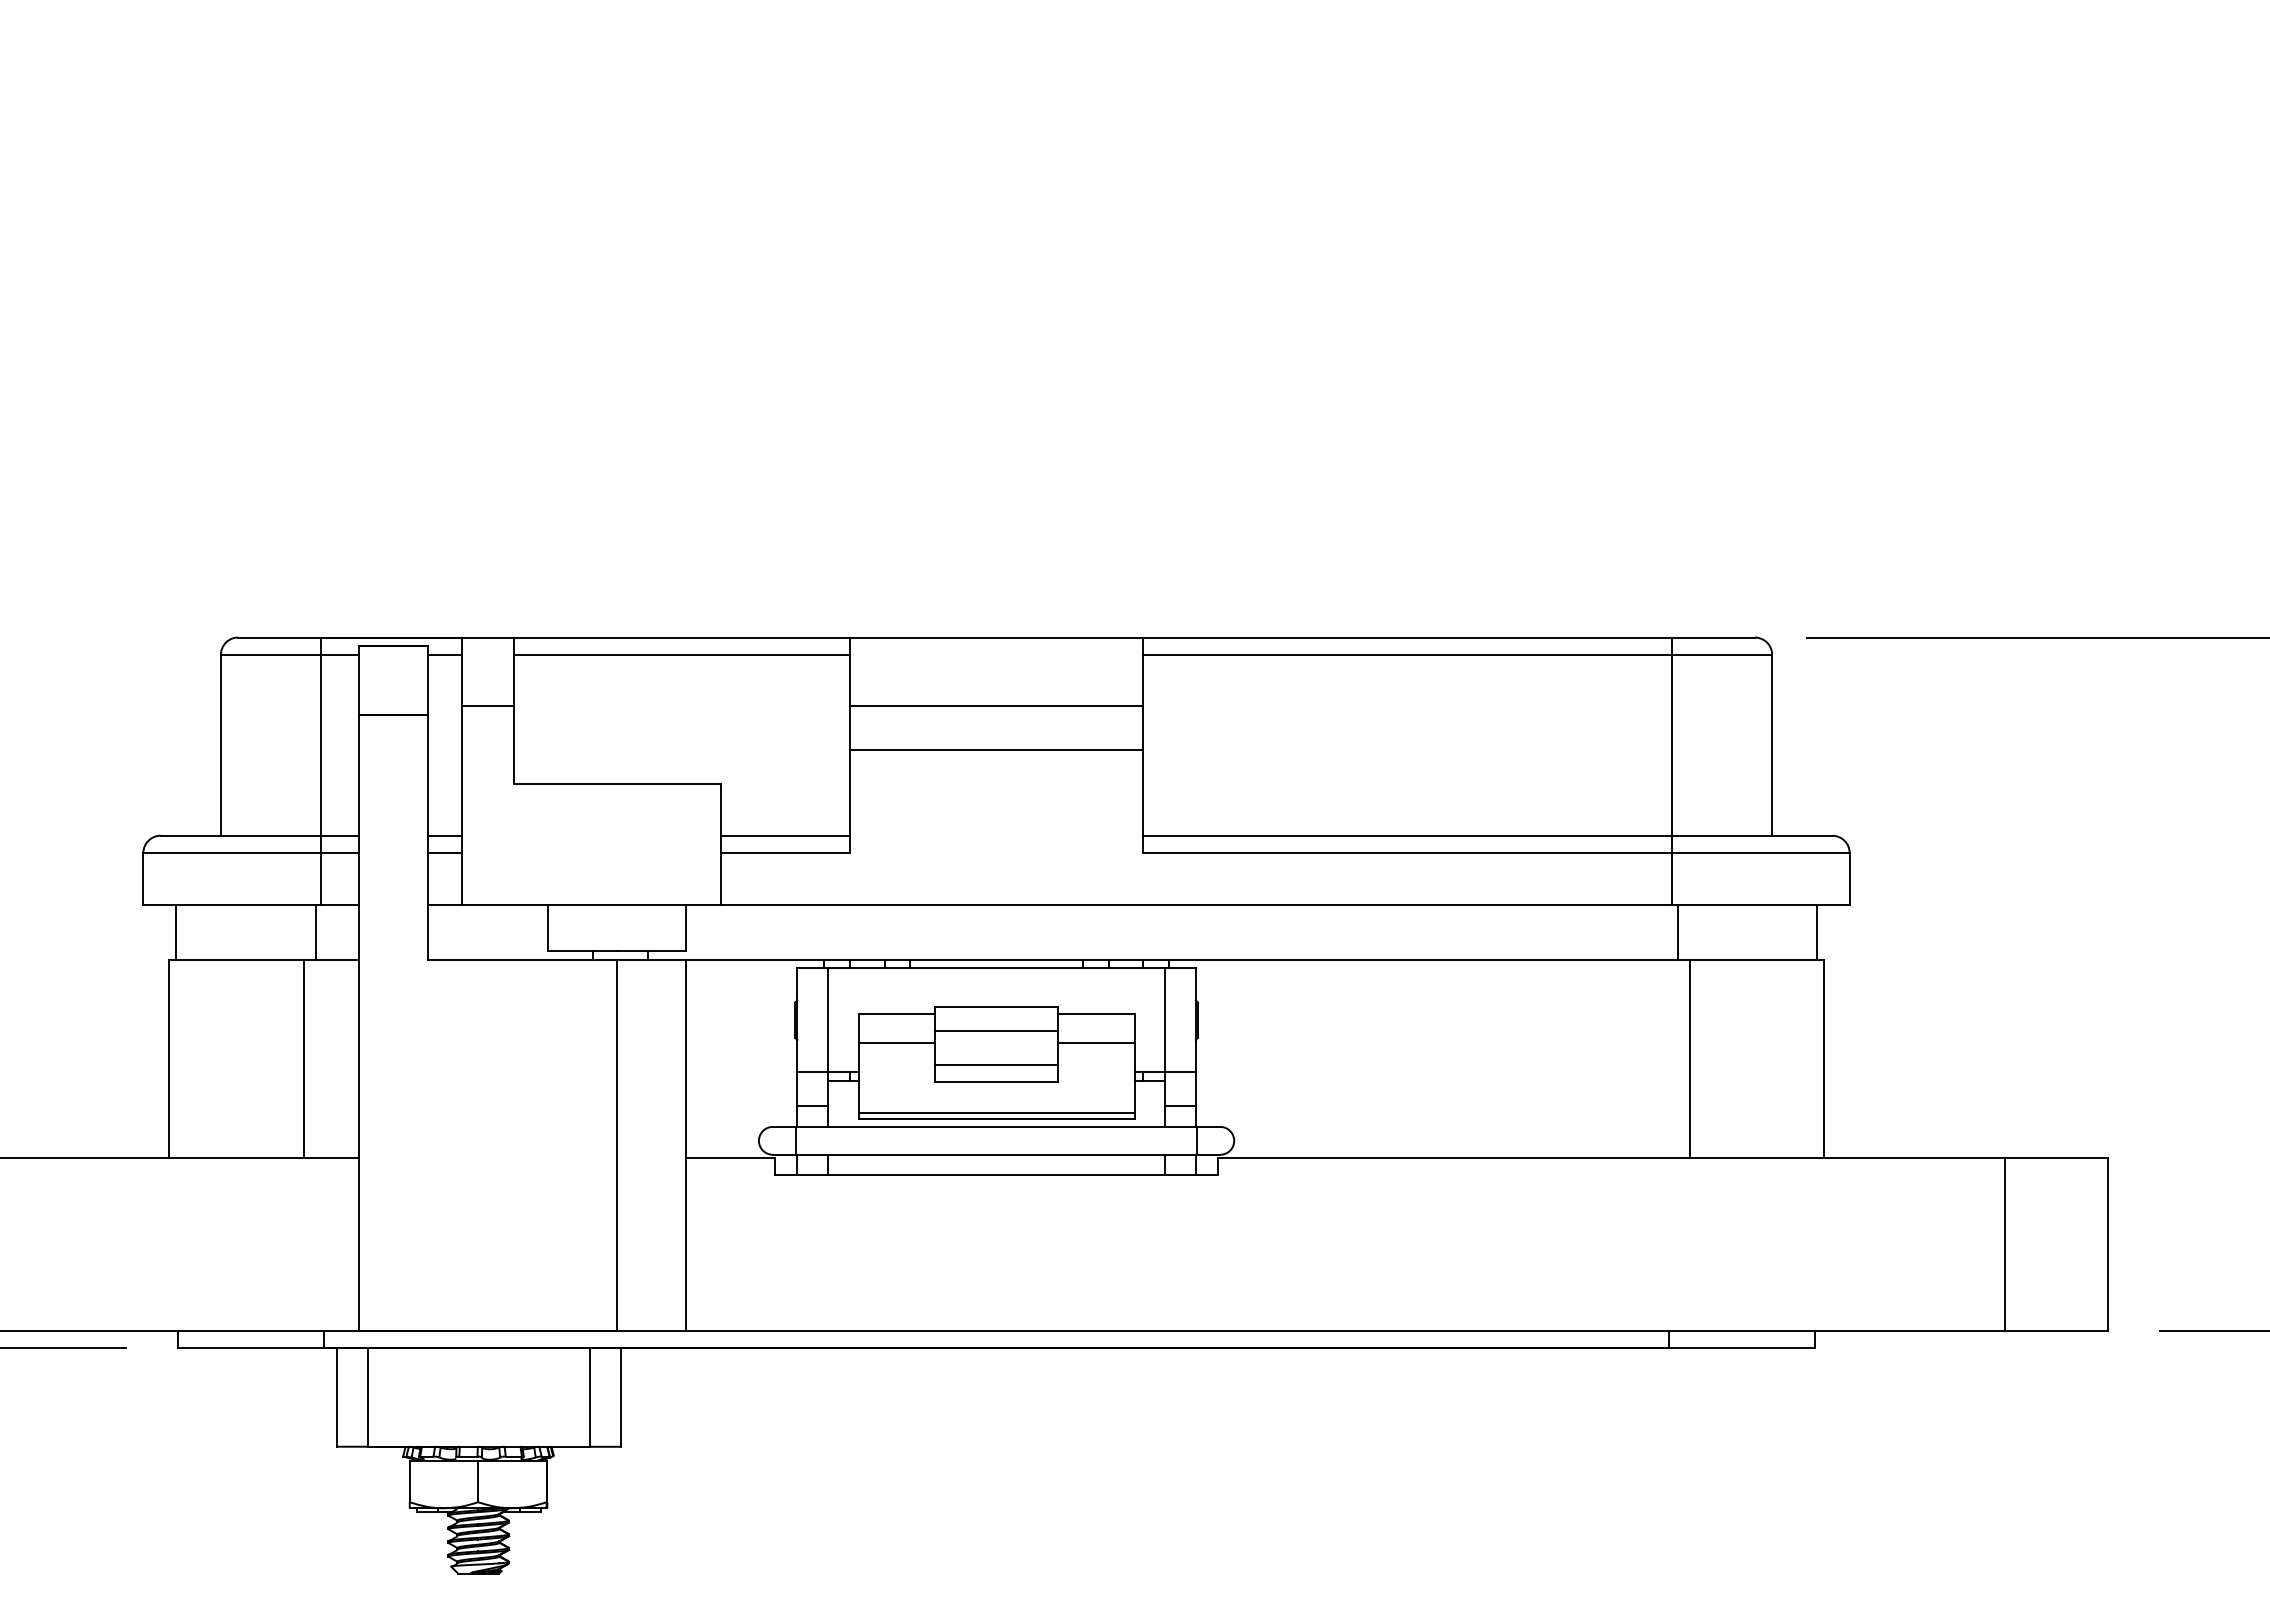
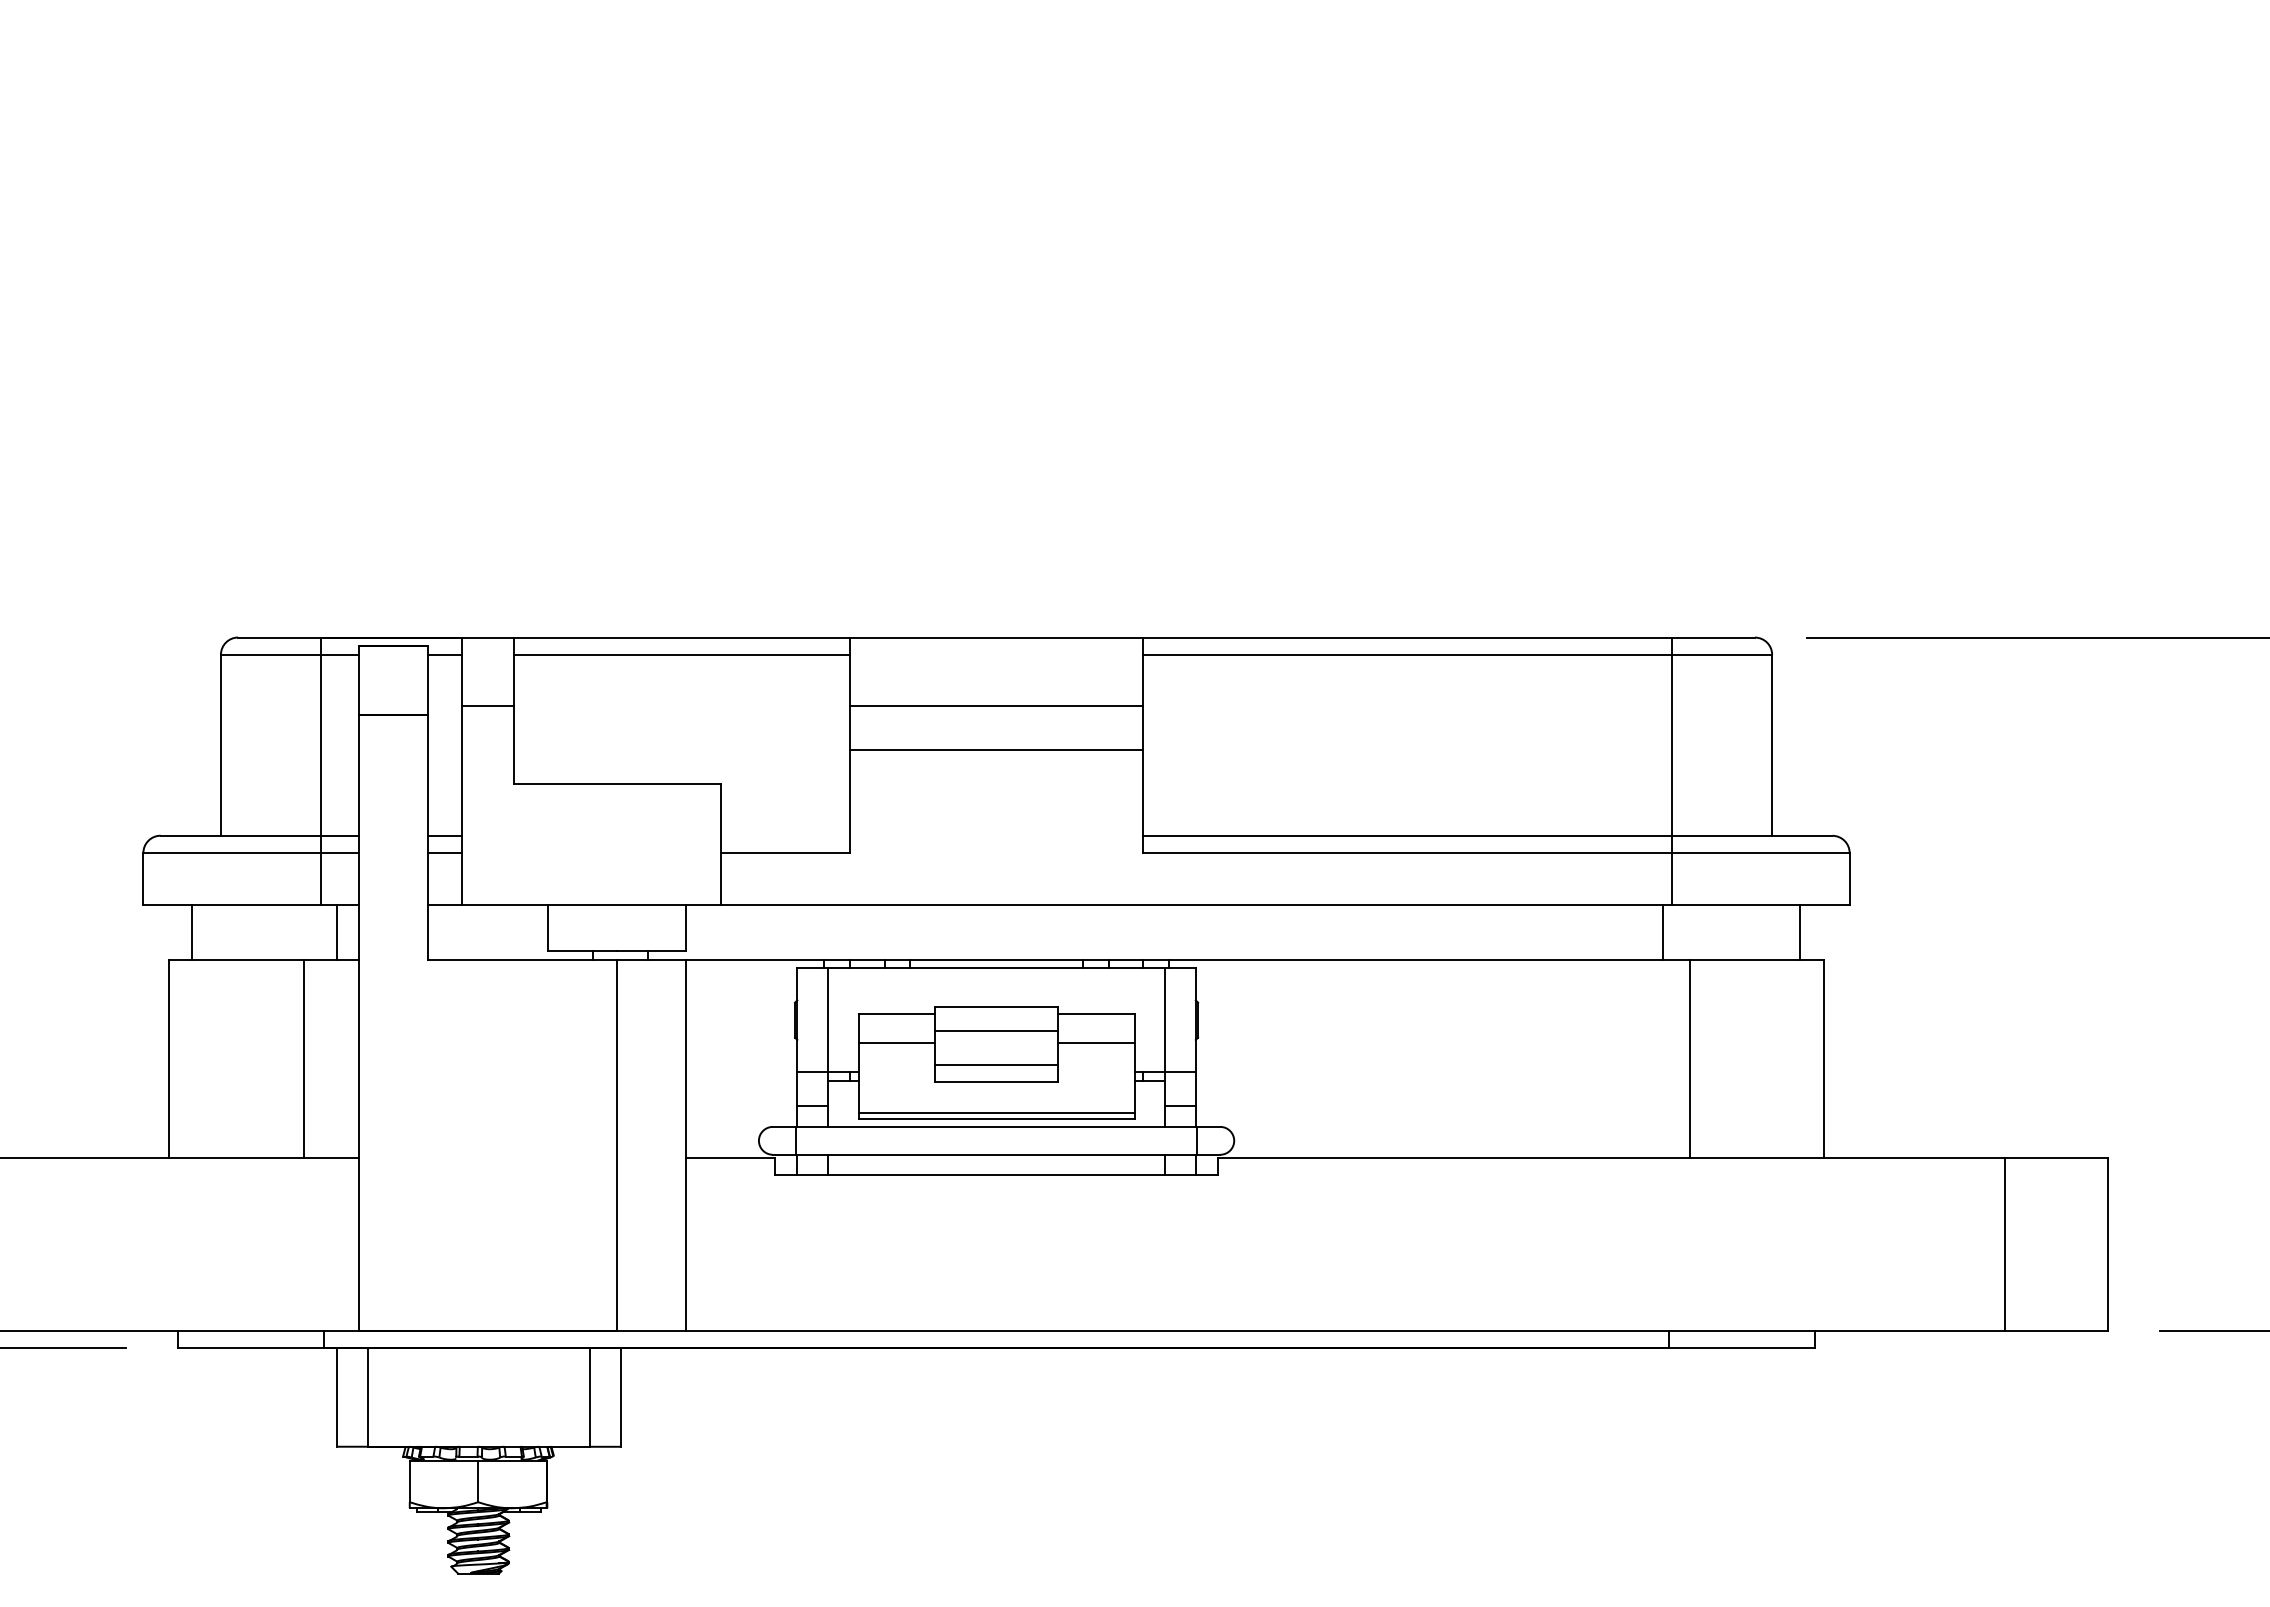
line at (785, 835): present -> none
line at (175, 931) position: (175, 931) -> (191, 931)
line at (315, 931) position: (315, 931) -> (336, 931)
line at (1677, 931) position: (1677, 931) -> (1662, 931)
line at (1817, 931) position: (1817, 931) -> (1800, 931)
